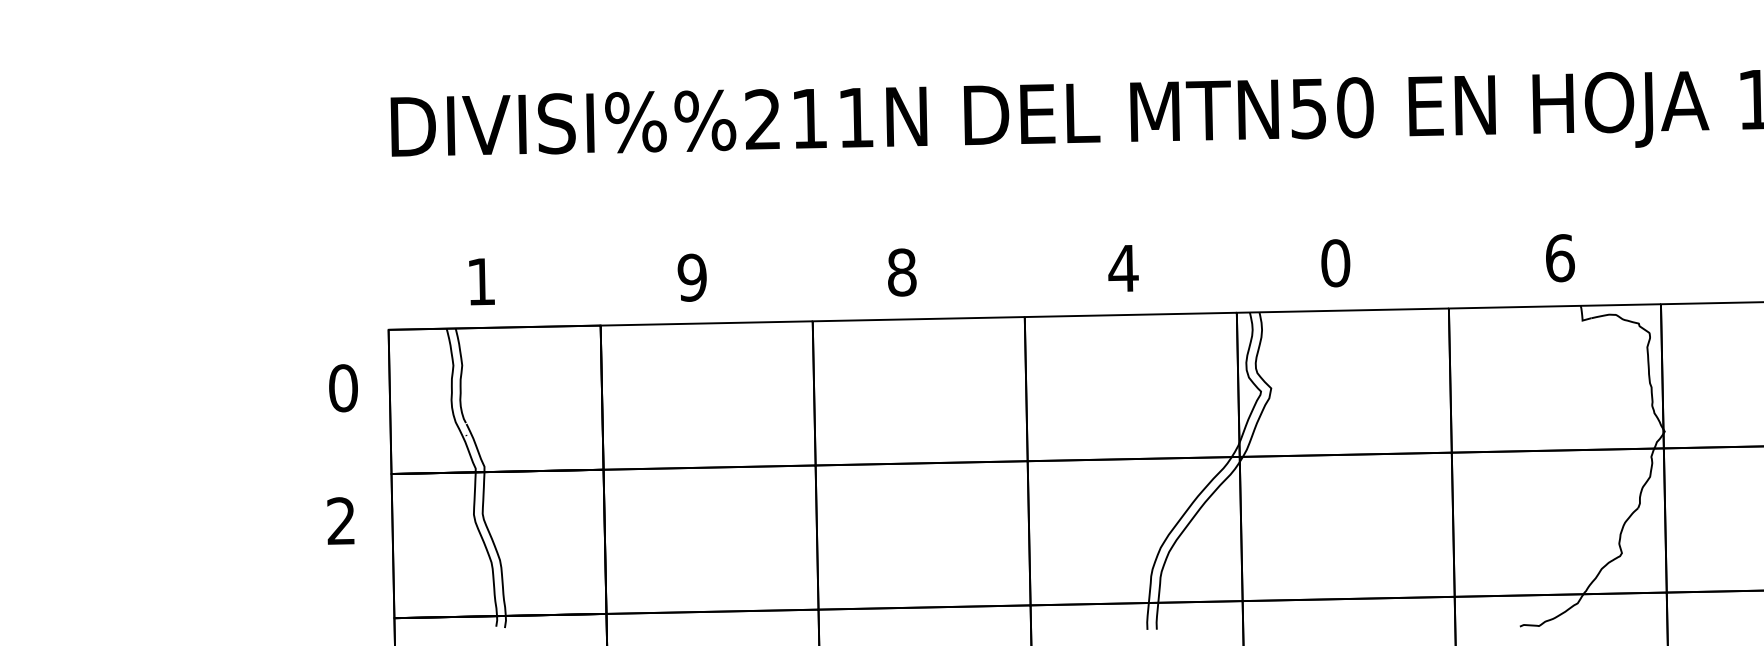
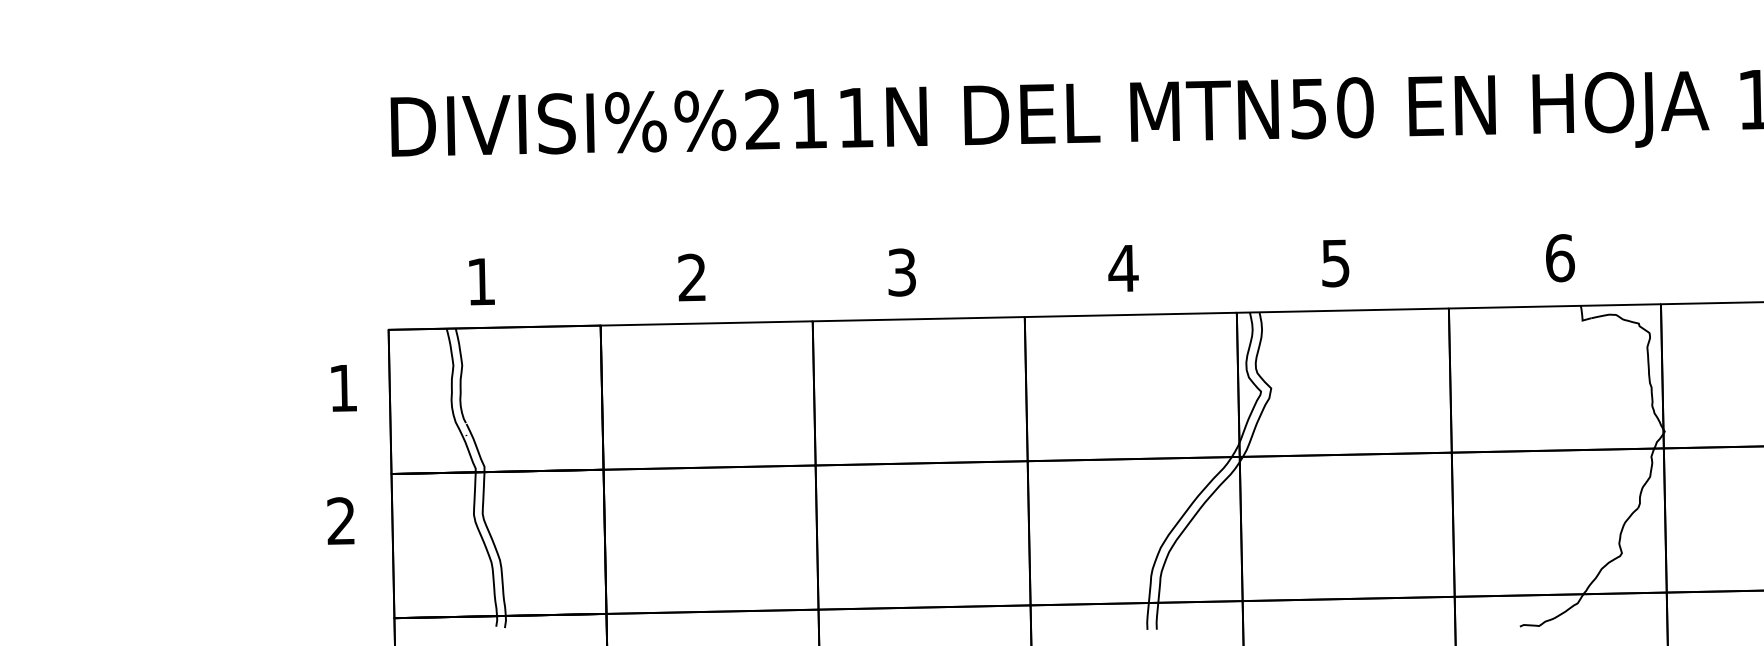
text at (1335, 263): 0 -> 5
text at (902, 272): 8 -> 3
text at (691, 277): 9 -> 2
text at (343, 388): 0 -> 1
